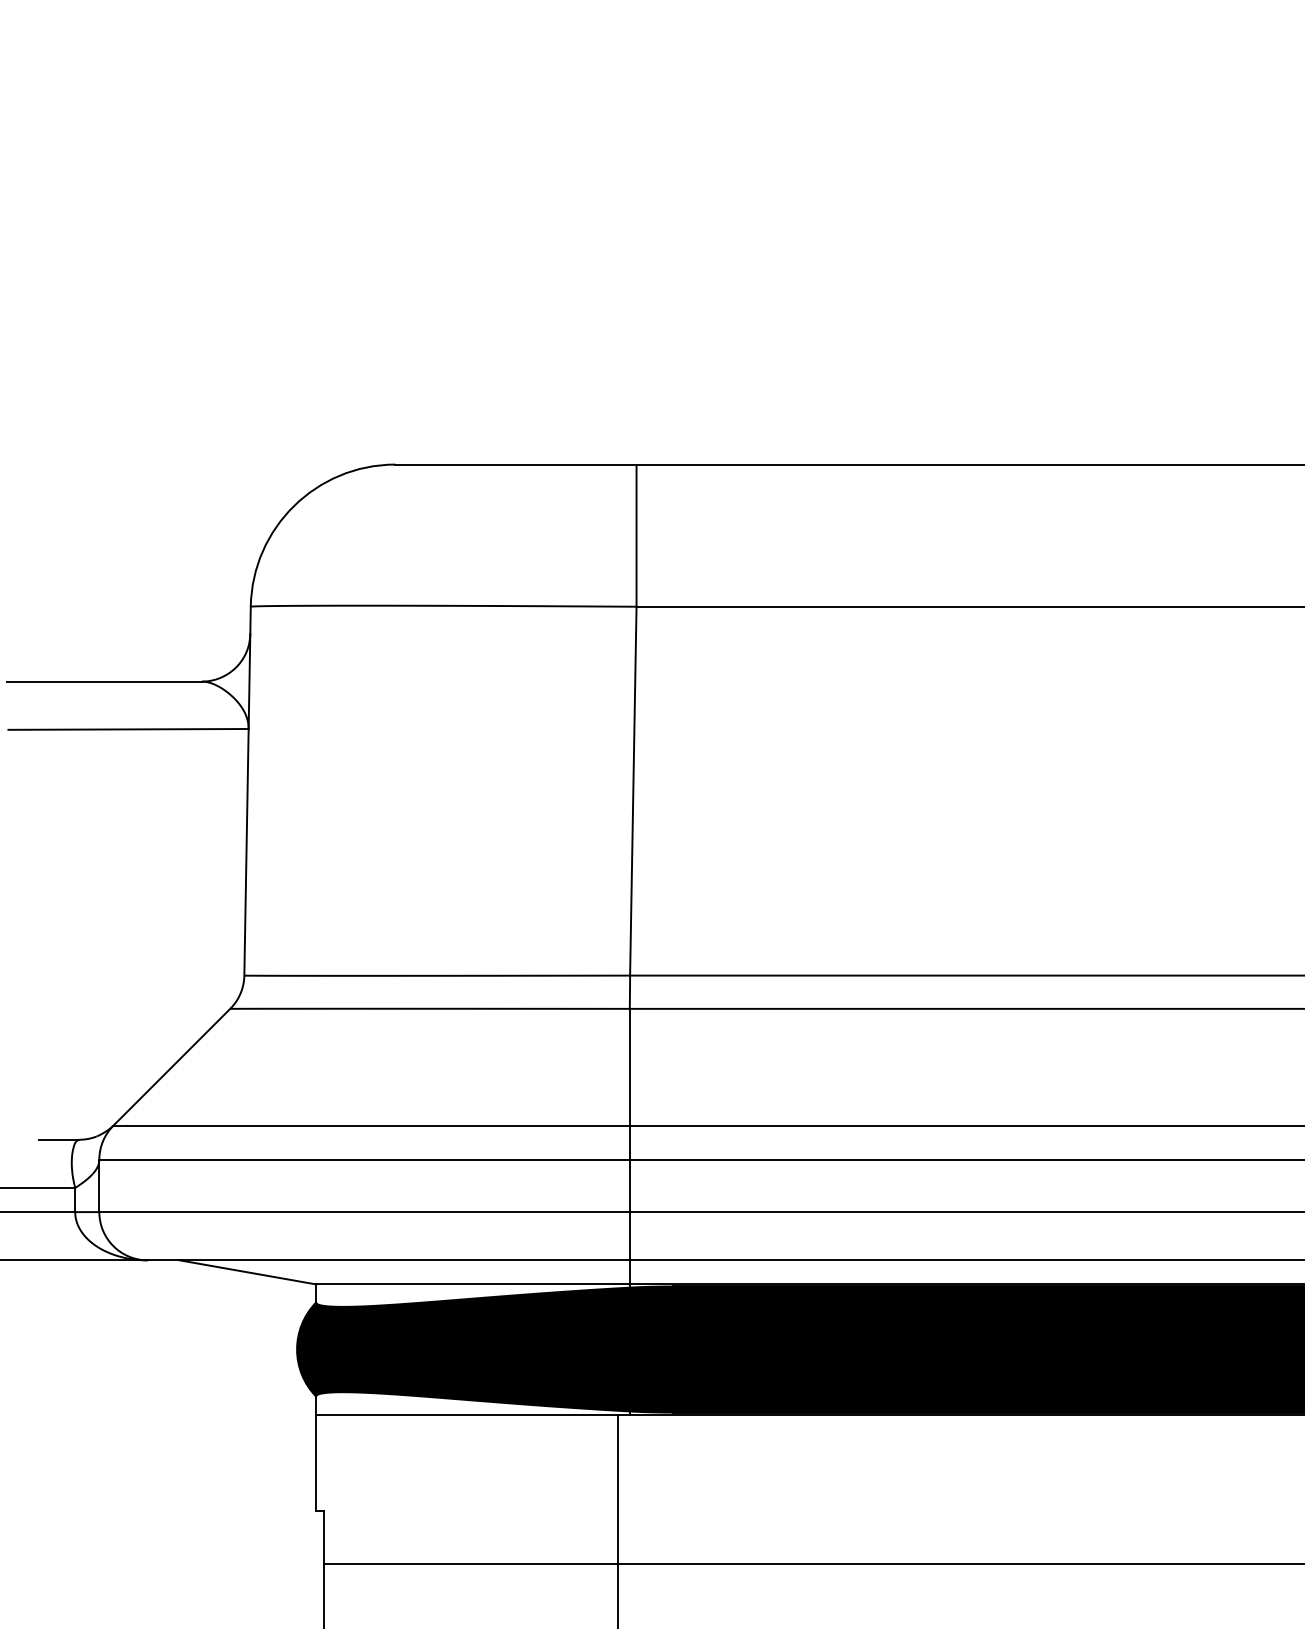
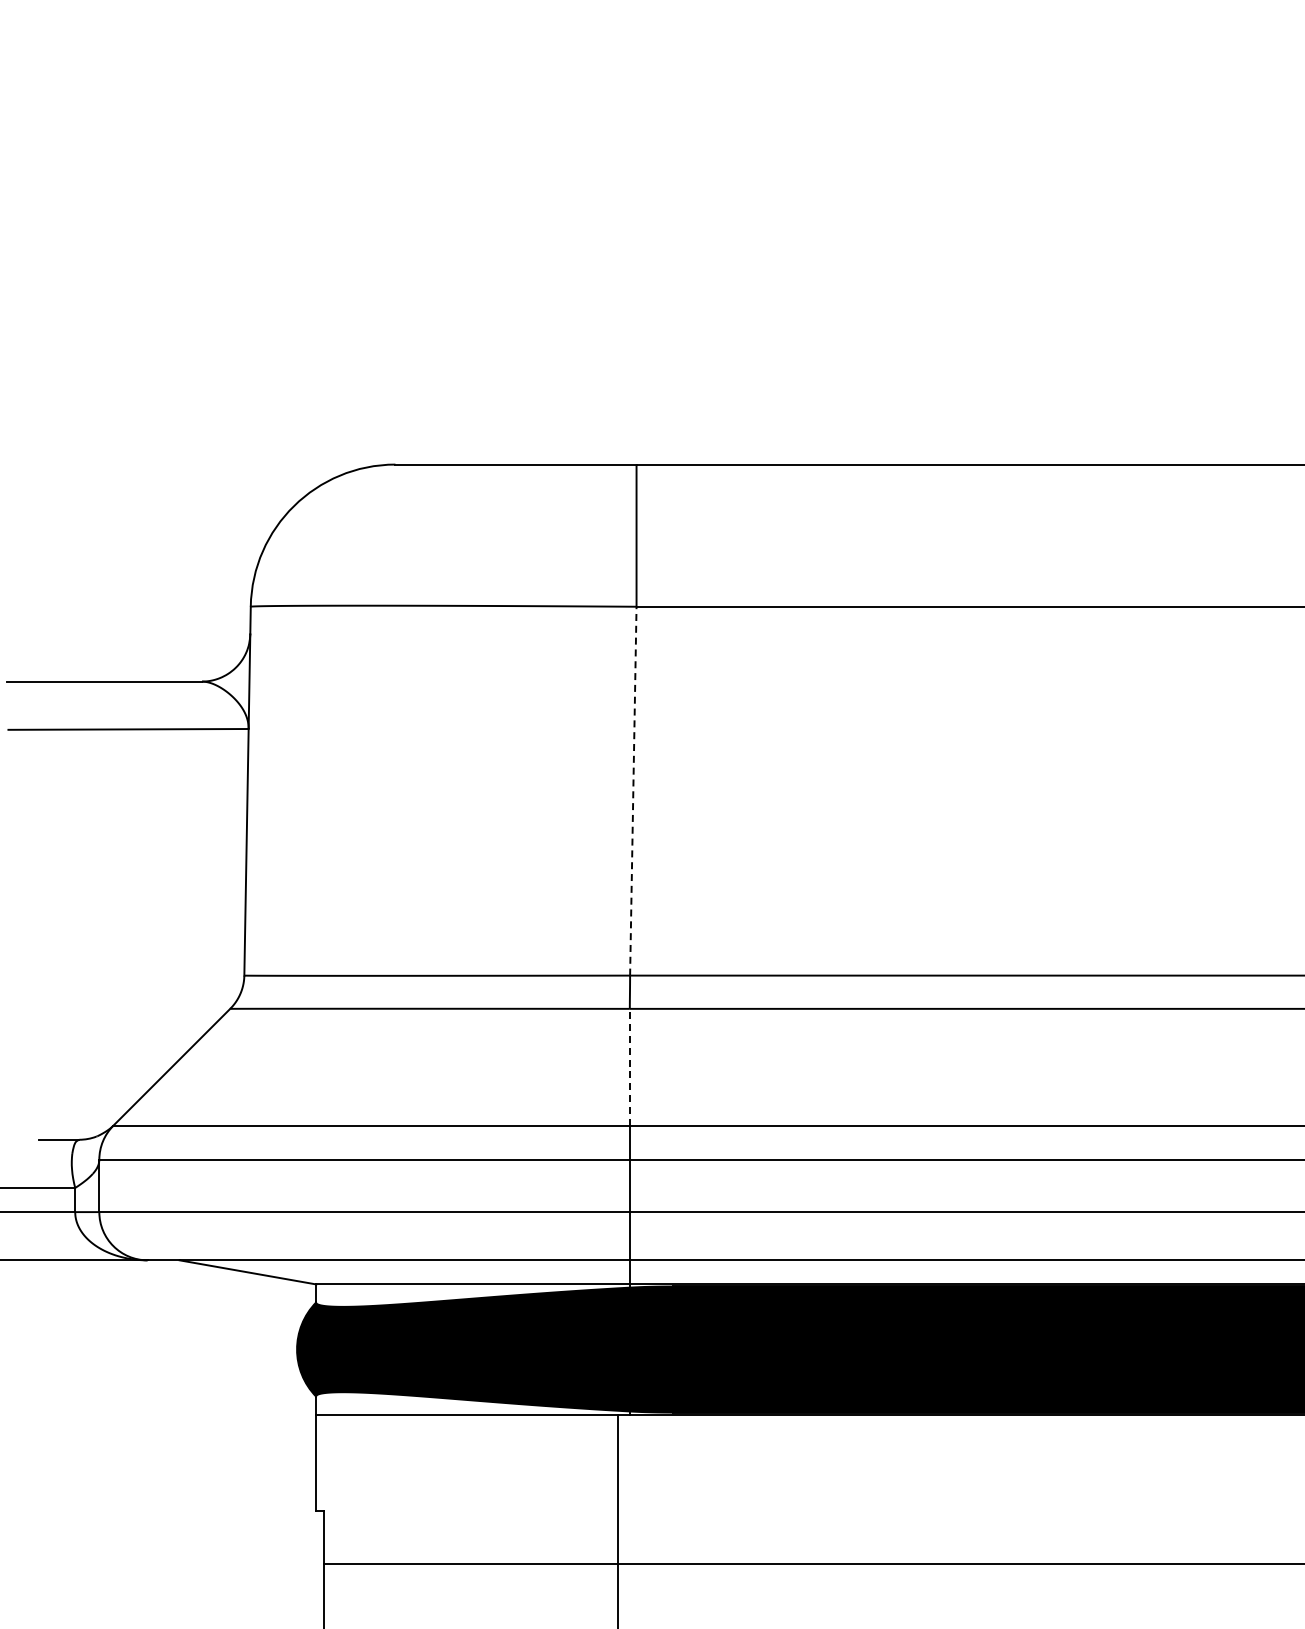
line at (633, 790): solid -> dashed
line at (629, 1066): solid -> dashed
